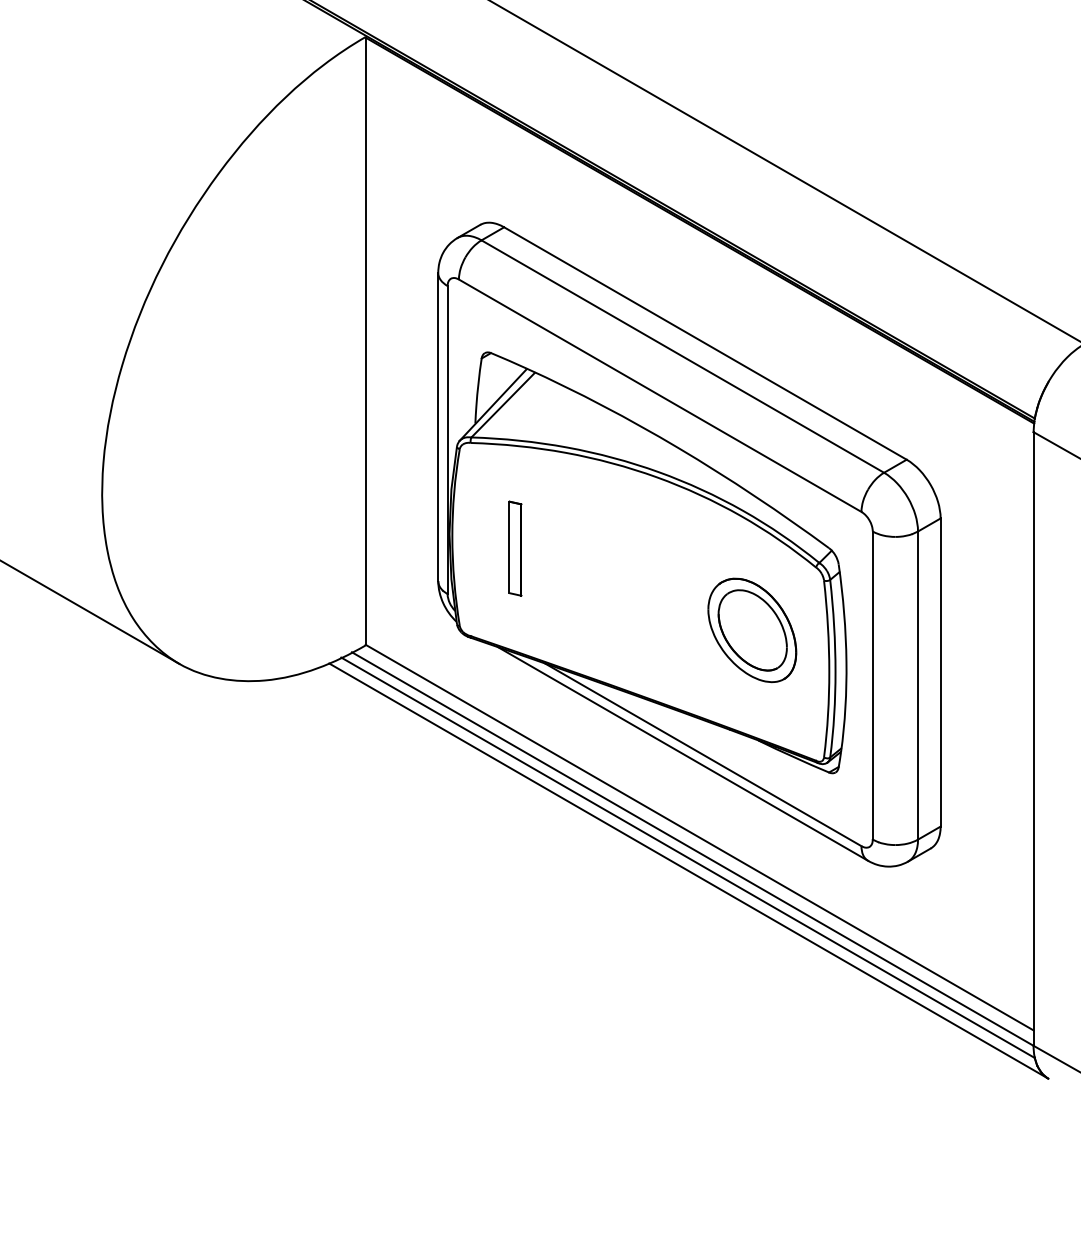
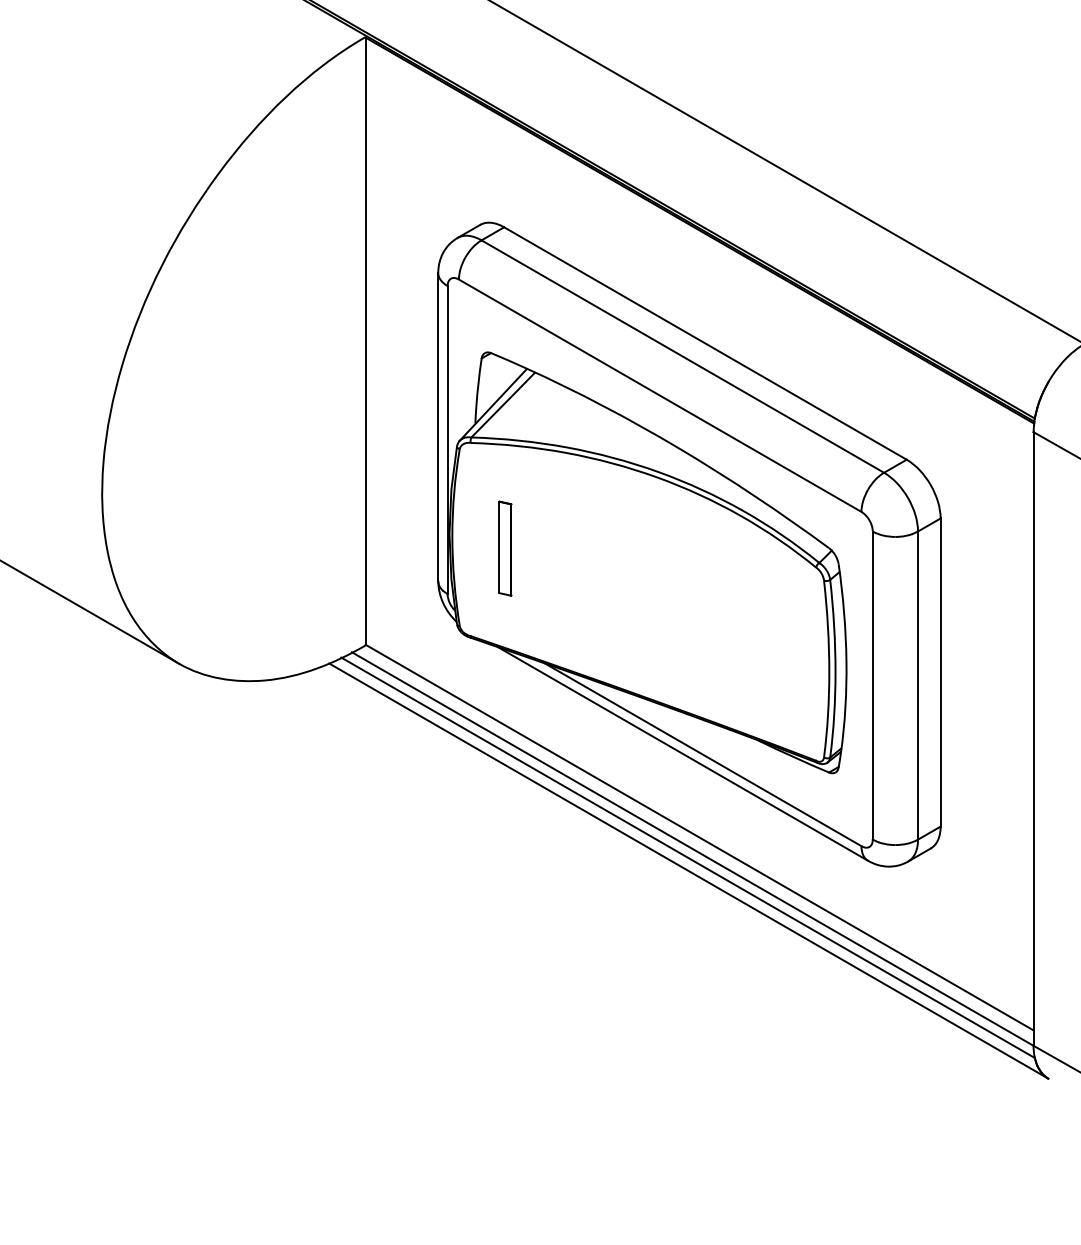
part at (515, 548) position: (515, 548) -> (505, 548)
part at (752, 630): present -> none
